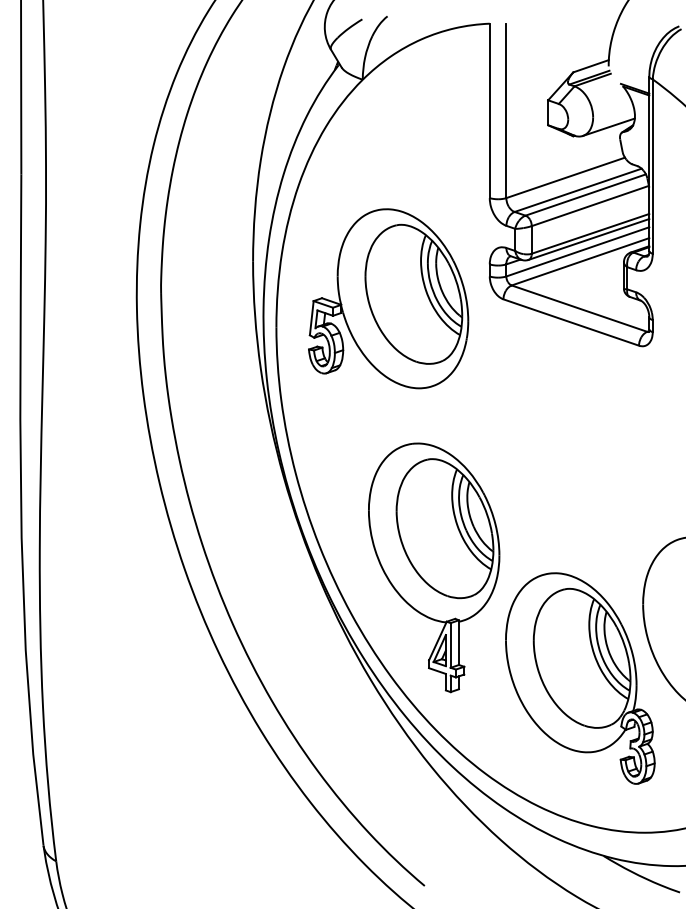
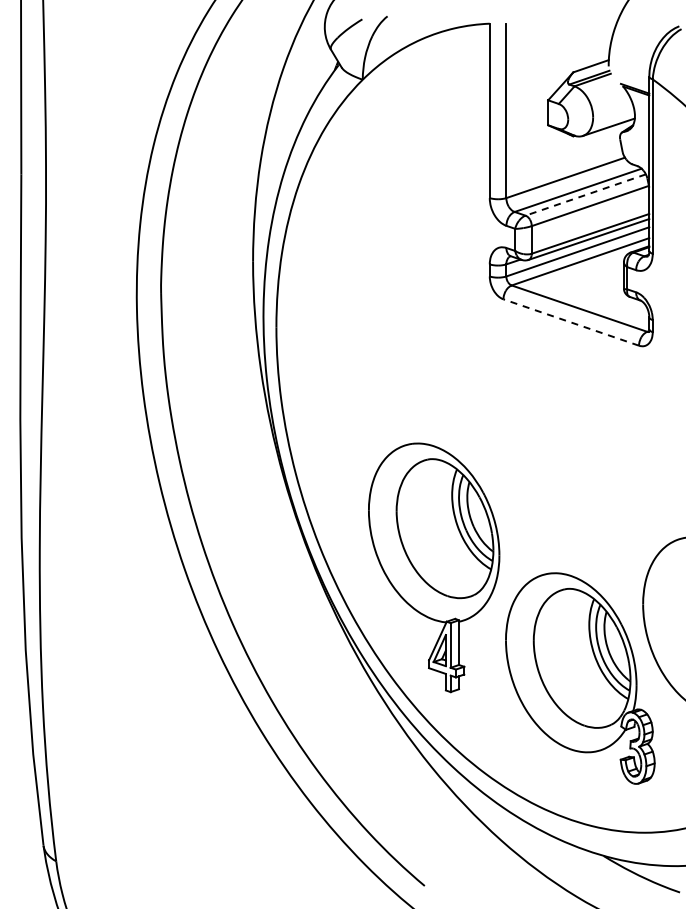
line at (585, 195): solid -> dashed
part at (388, 298): present -> none
line at (571, 322): solid -> dashed
